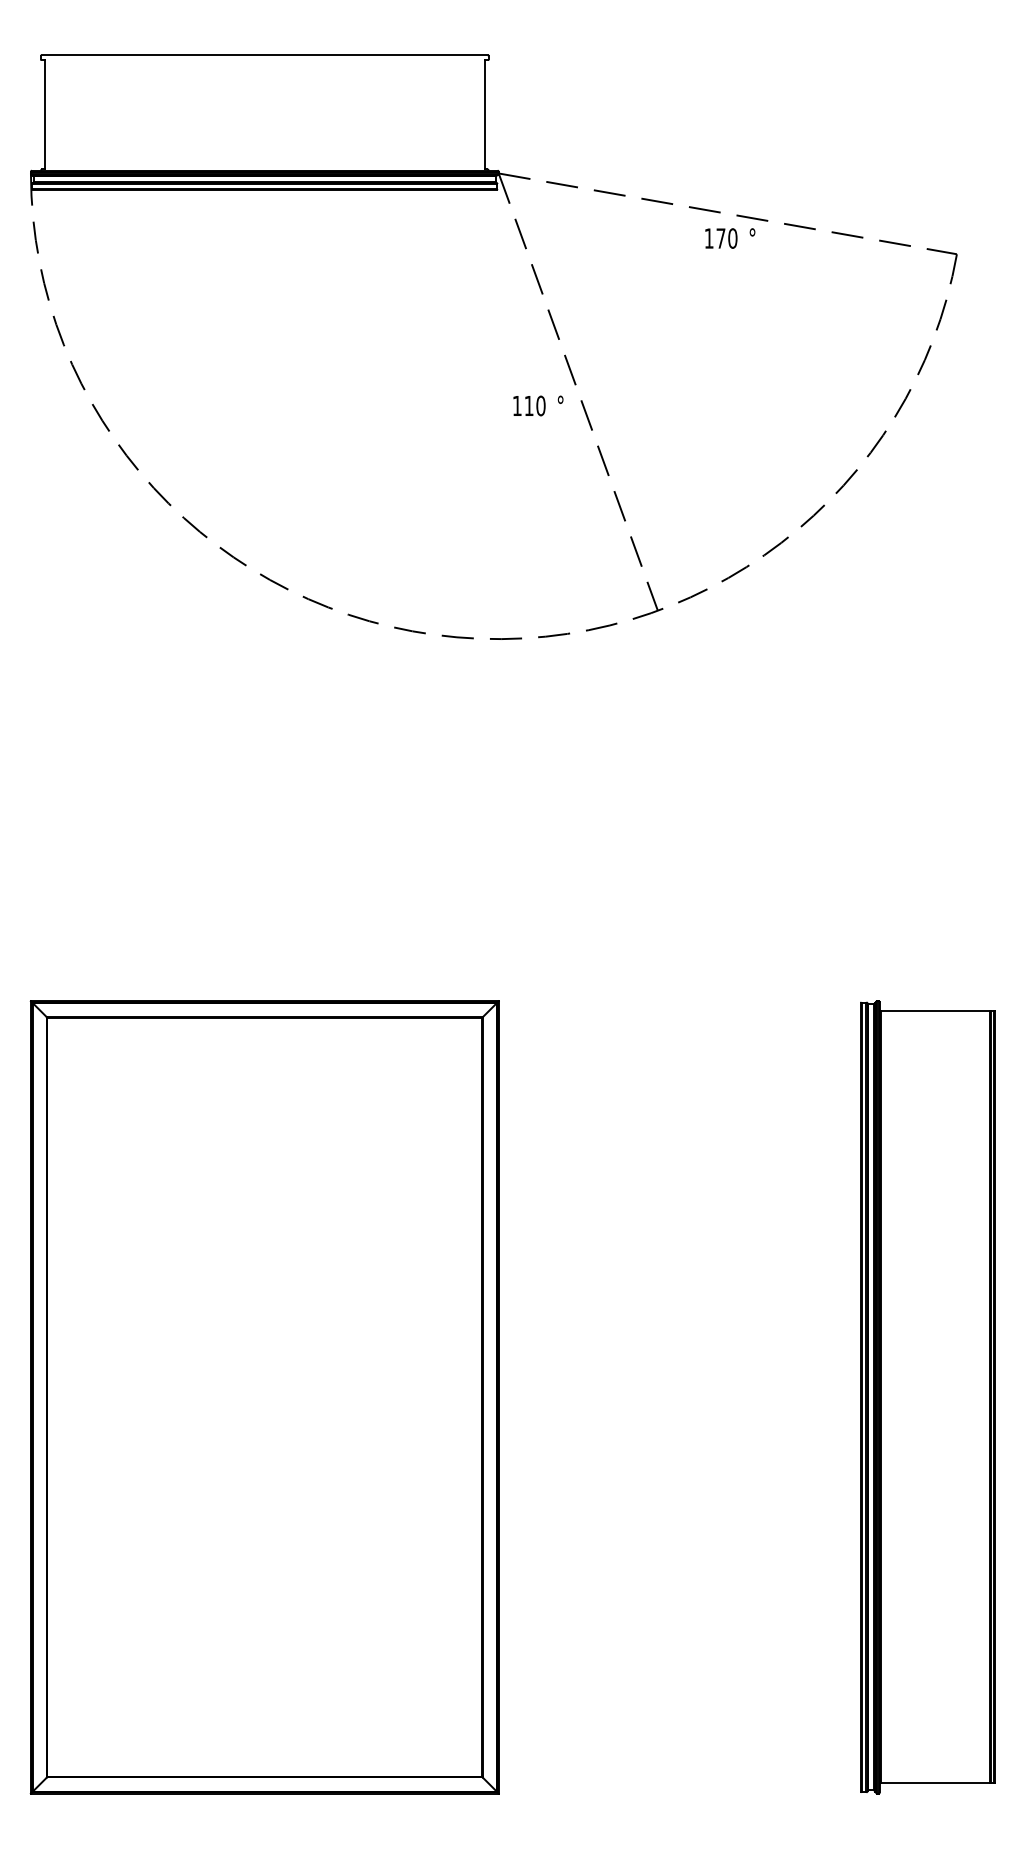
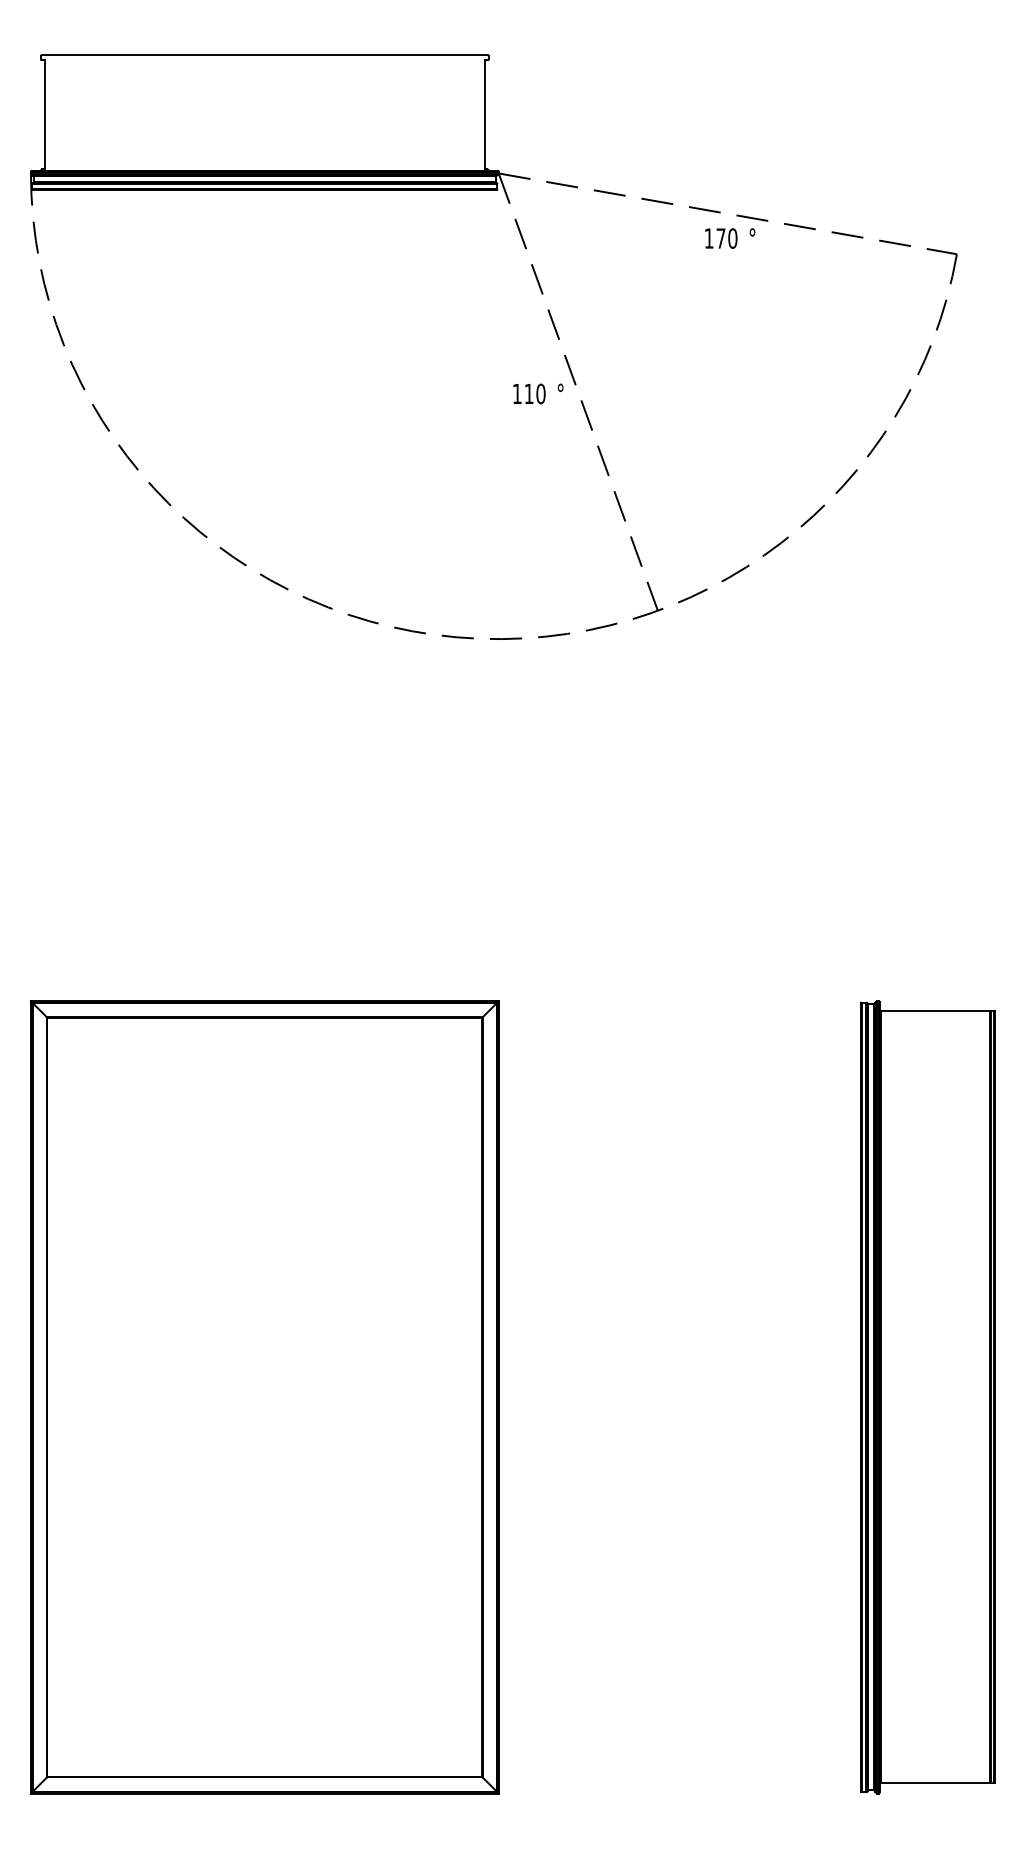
text at (538, 405) position: (538, 405) -> (538, 393)
